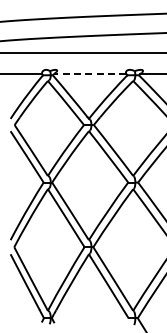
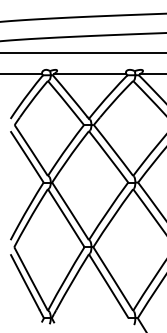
line at (89, 74): dashed -> solid
